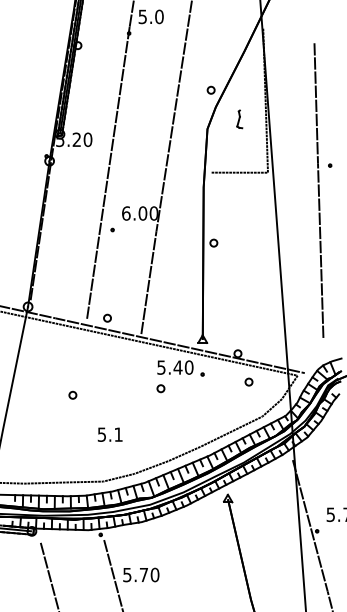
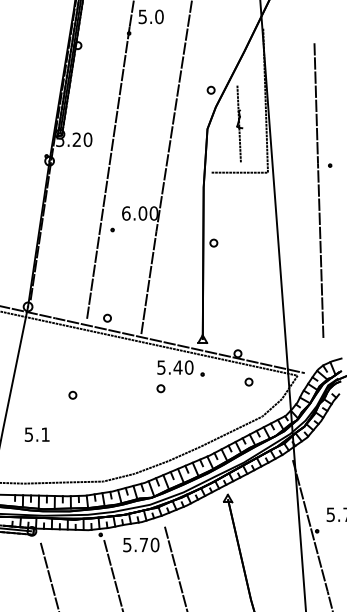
line at (238, 123): none -> present
text at (109, 434) position: (109, 434) -> (36, 434)
line at (175, 567): none -> present
text at (141, 574) position: (141, 574) -> (141, 544)
